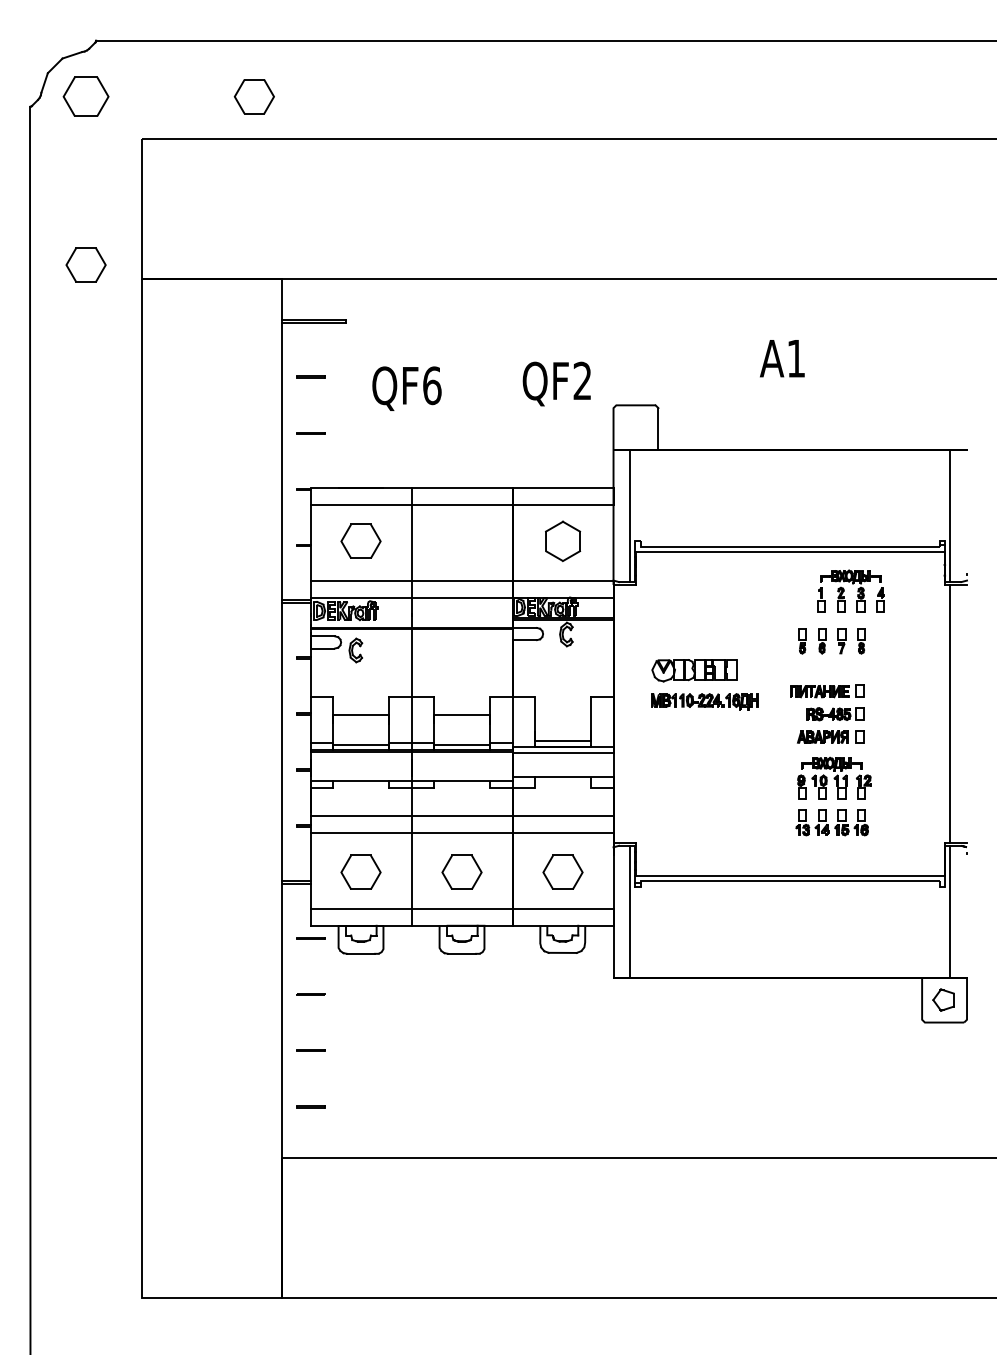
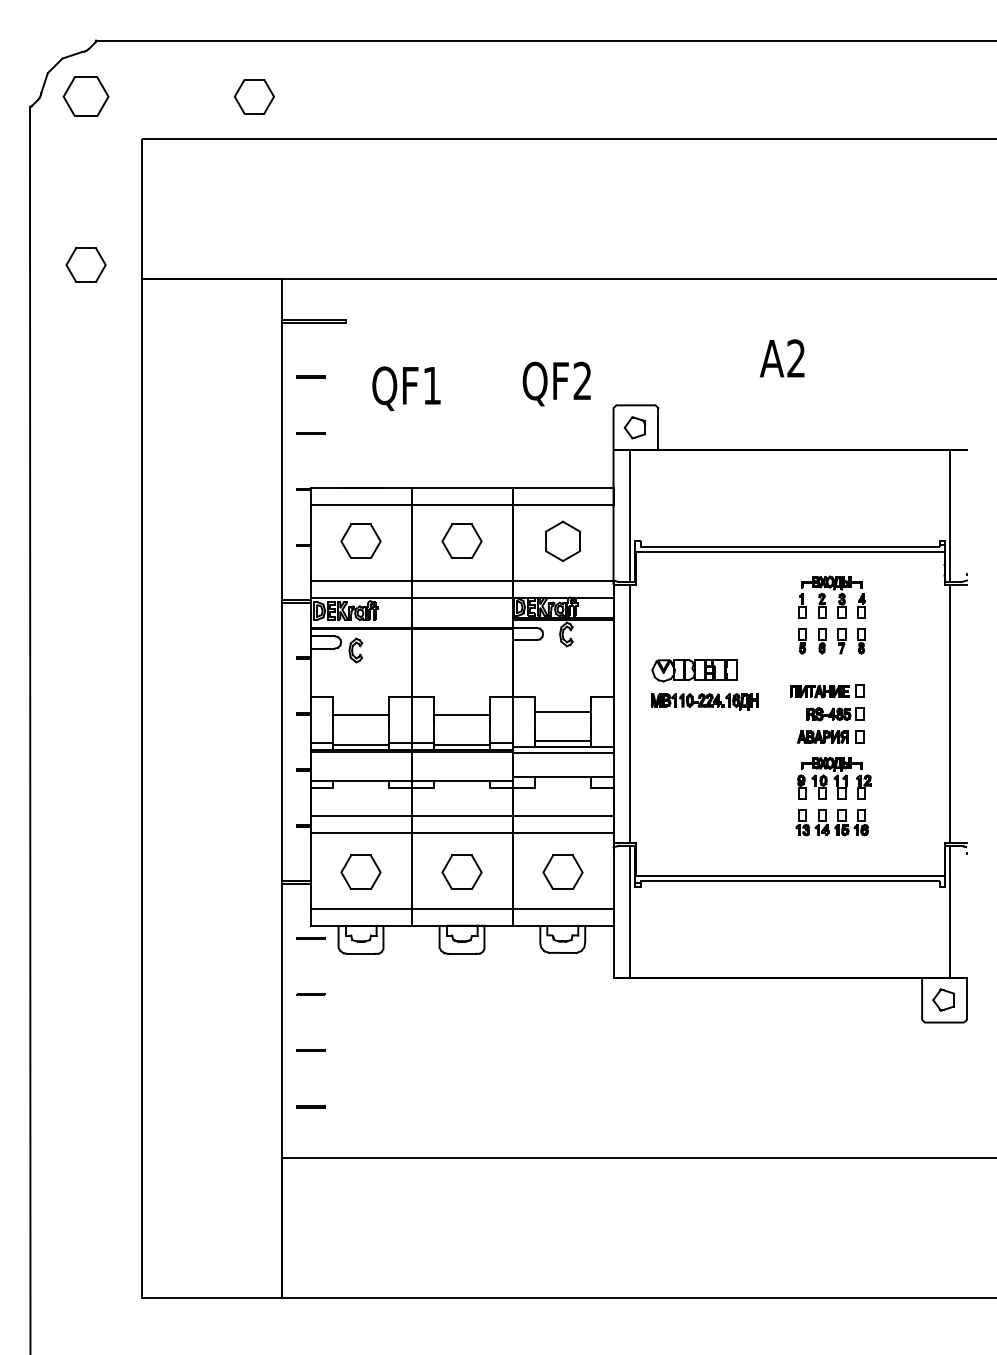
text at (795, 358): A1 -> A2
text at (432, 385): QF6 -> QF1
part at (634, 427): none -> present
part at (461, 540): none -> present
part at (850, 590) position: (850, 590) -> (831, 596)
line at (562, 712): none -> present
line at (630, 713): none -> present
